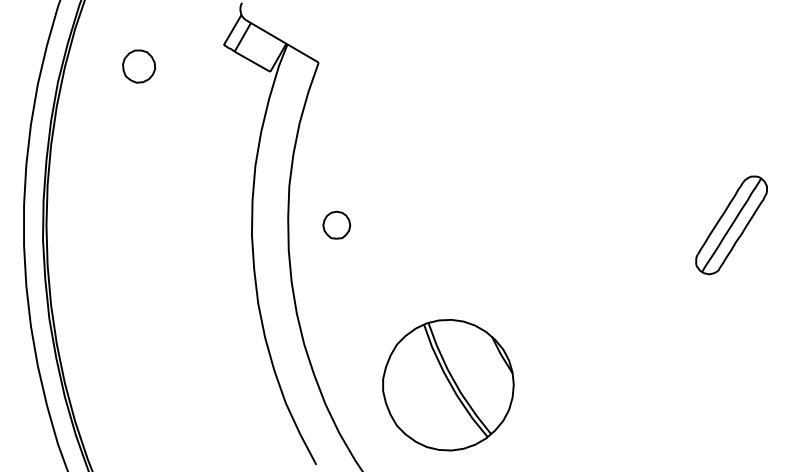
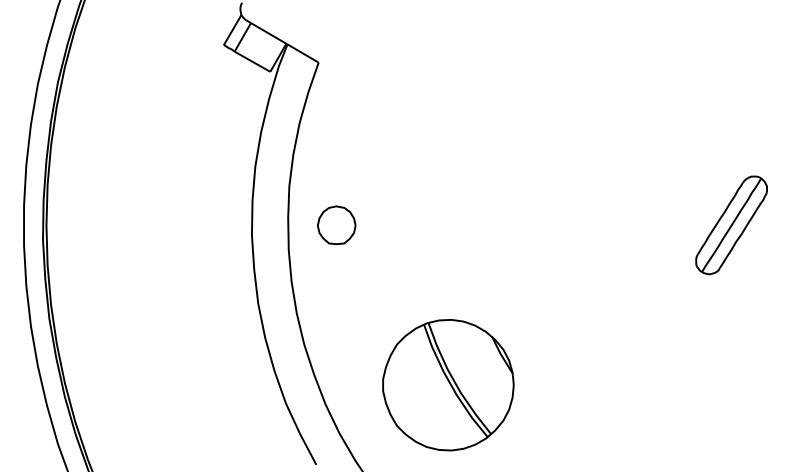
part at (139, 66): present -> none
part at (336, 224) size: 30x30 px -> 40x41 px
